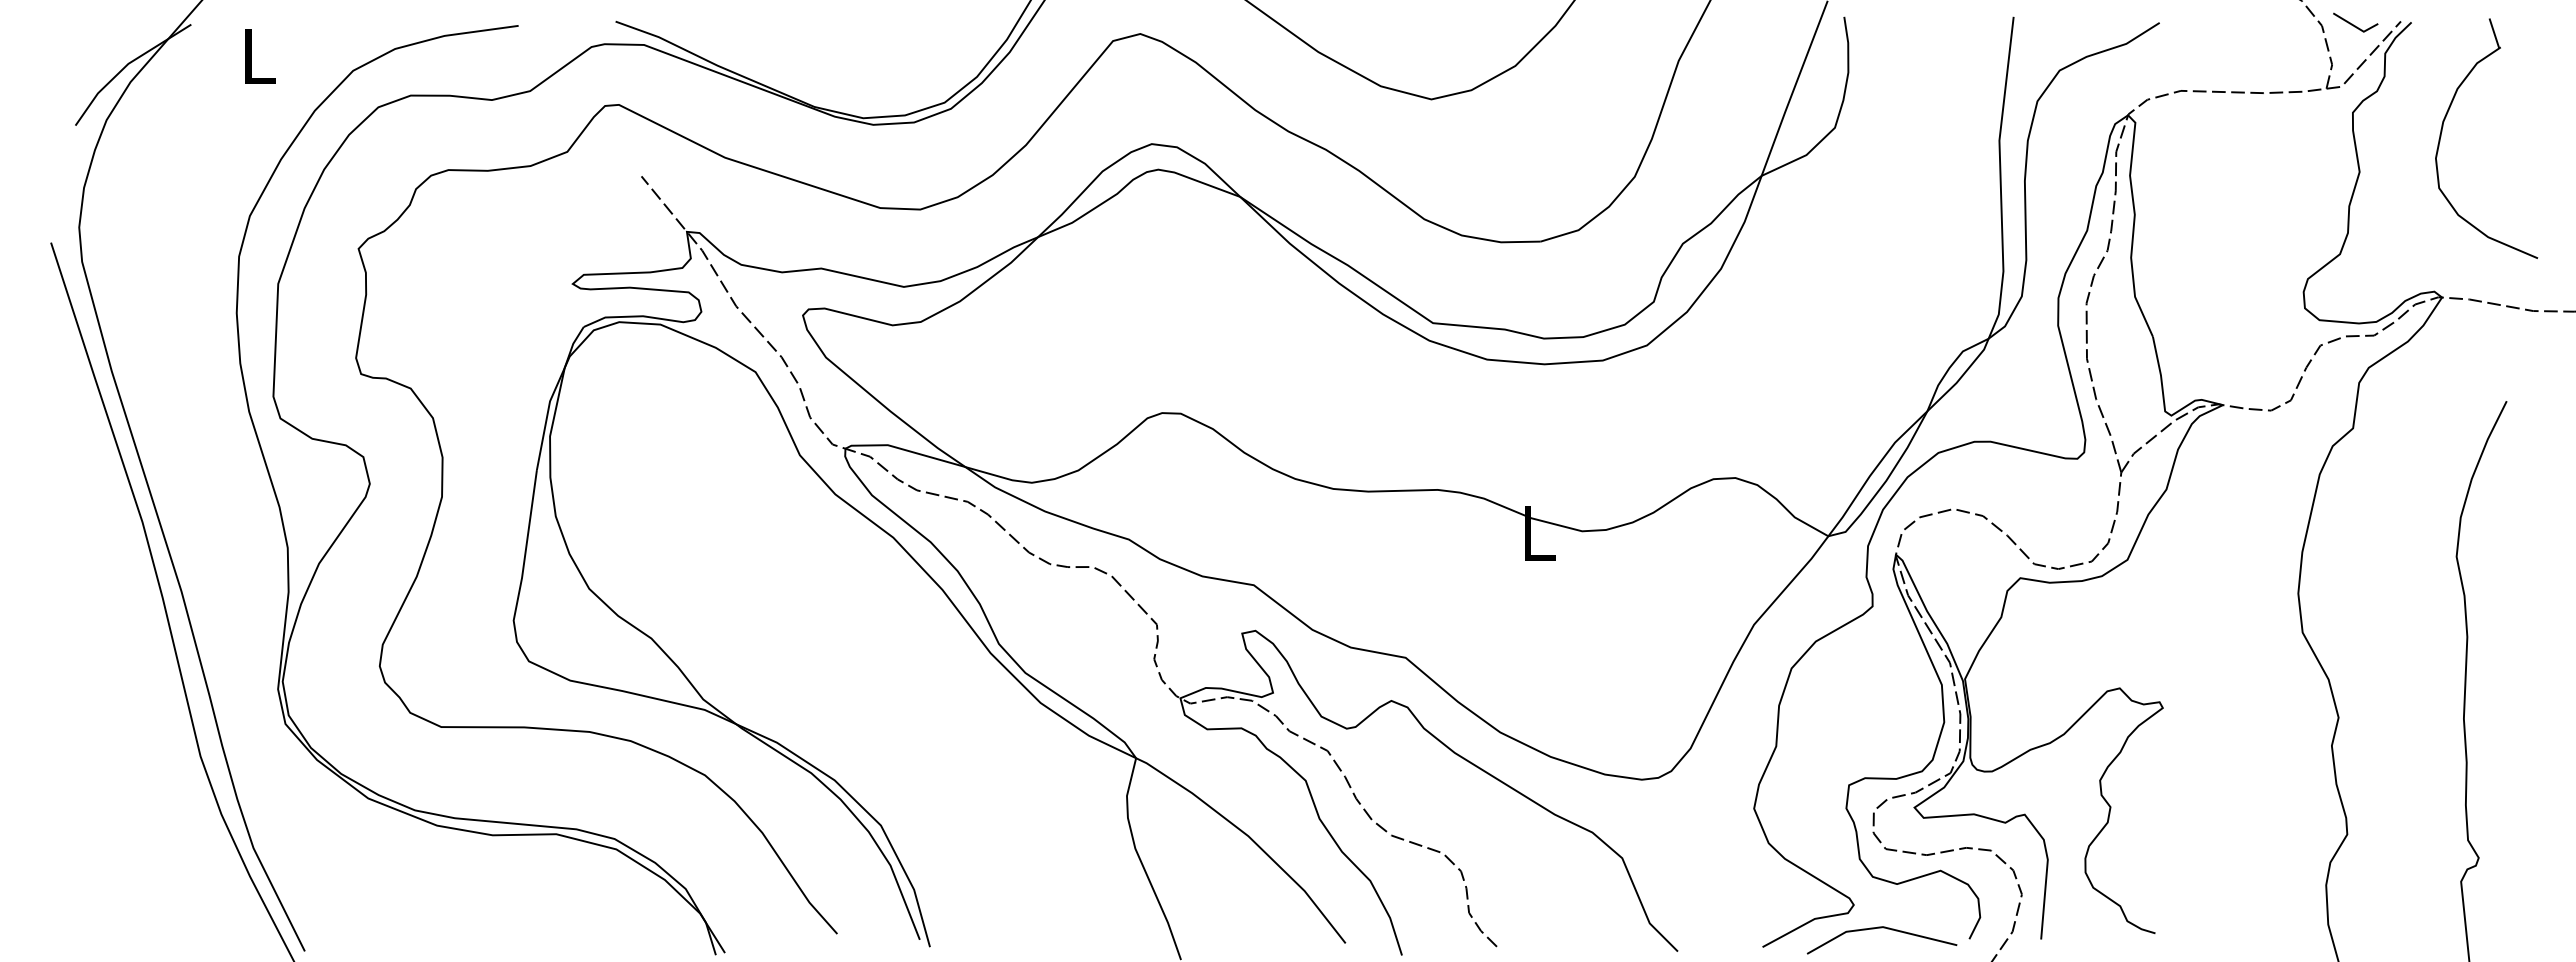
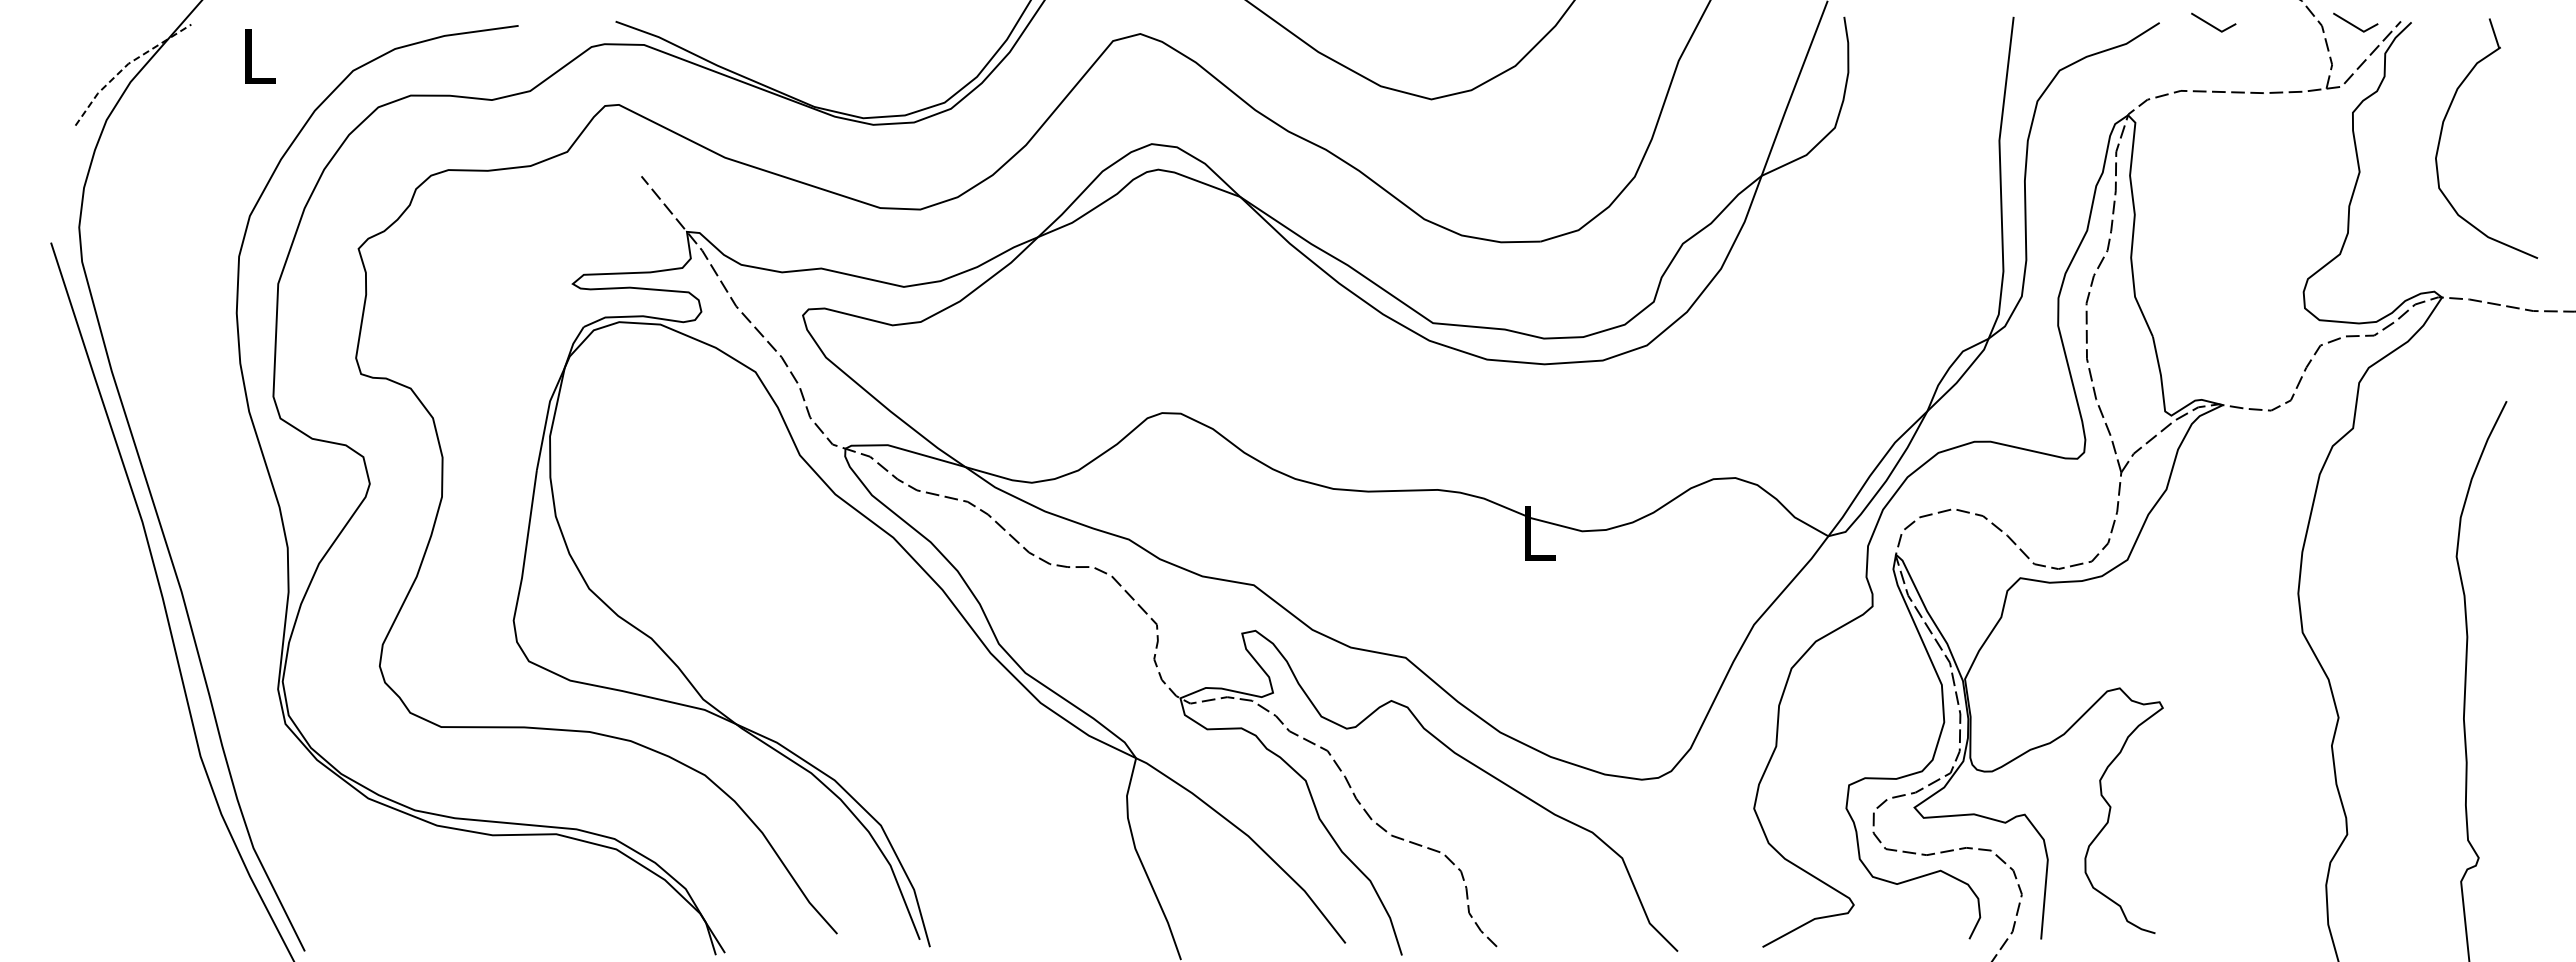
line at (2211, 24): none -> present
line at (125, 66): solid -> dashed
line at (1881, 928): present -> none
